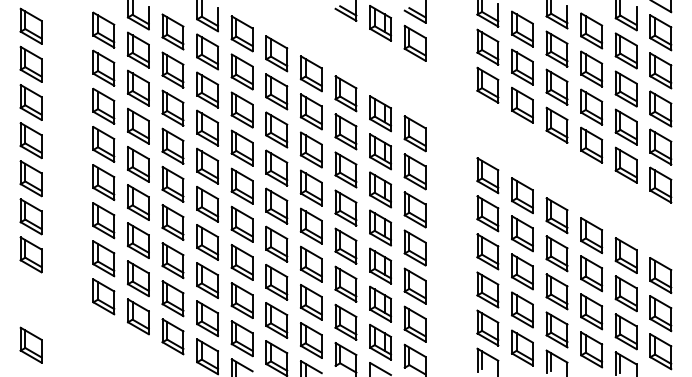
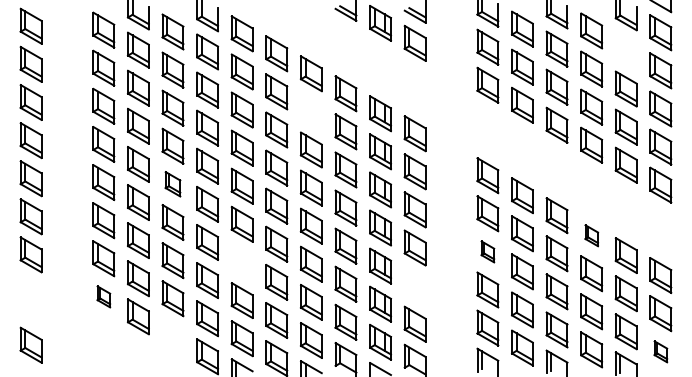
part at (625, 50): present -> none
part at (310, 111): present -> none
part at (172, 183) size: 24x38 px -> 18x27 px
part at (591, 235) size: 24x38 px -> 16x24 px
part at (487, 251) size: 24x38 px -> 16x24 px
part at (241, 262): present -> none
part at (414, 285): present -> none
part at (103, 296) size: 24x38 px -> 16x24 px
part at (172, 336): present -> none
part at (660, 351) size: 24x38 px -> 16x24 px
